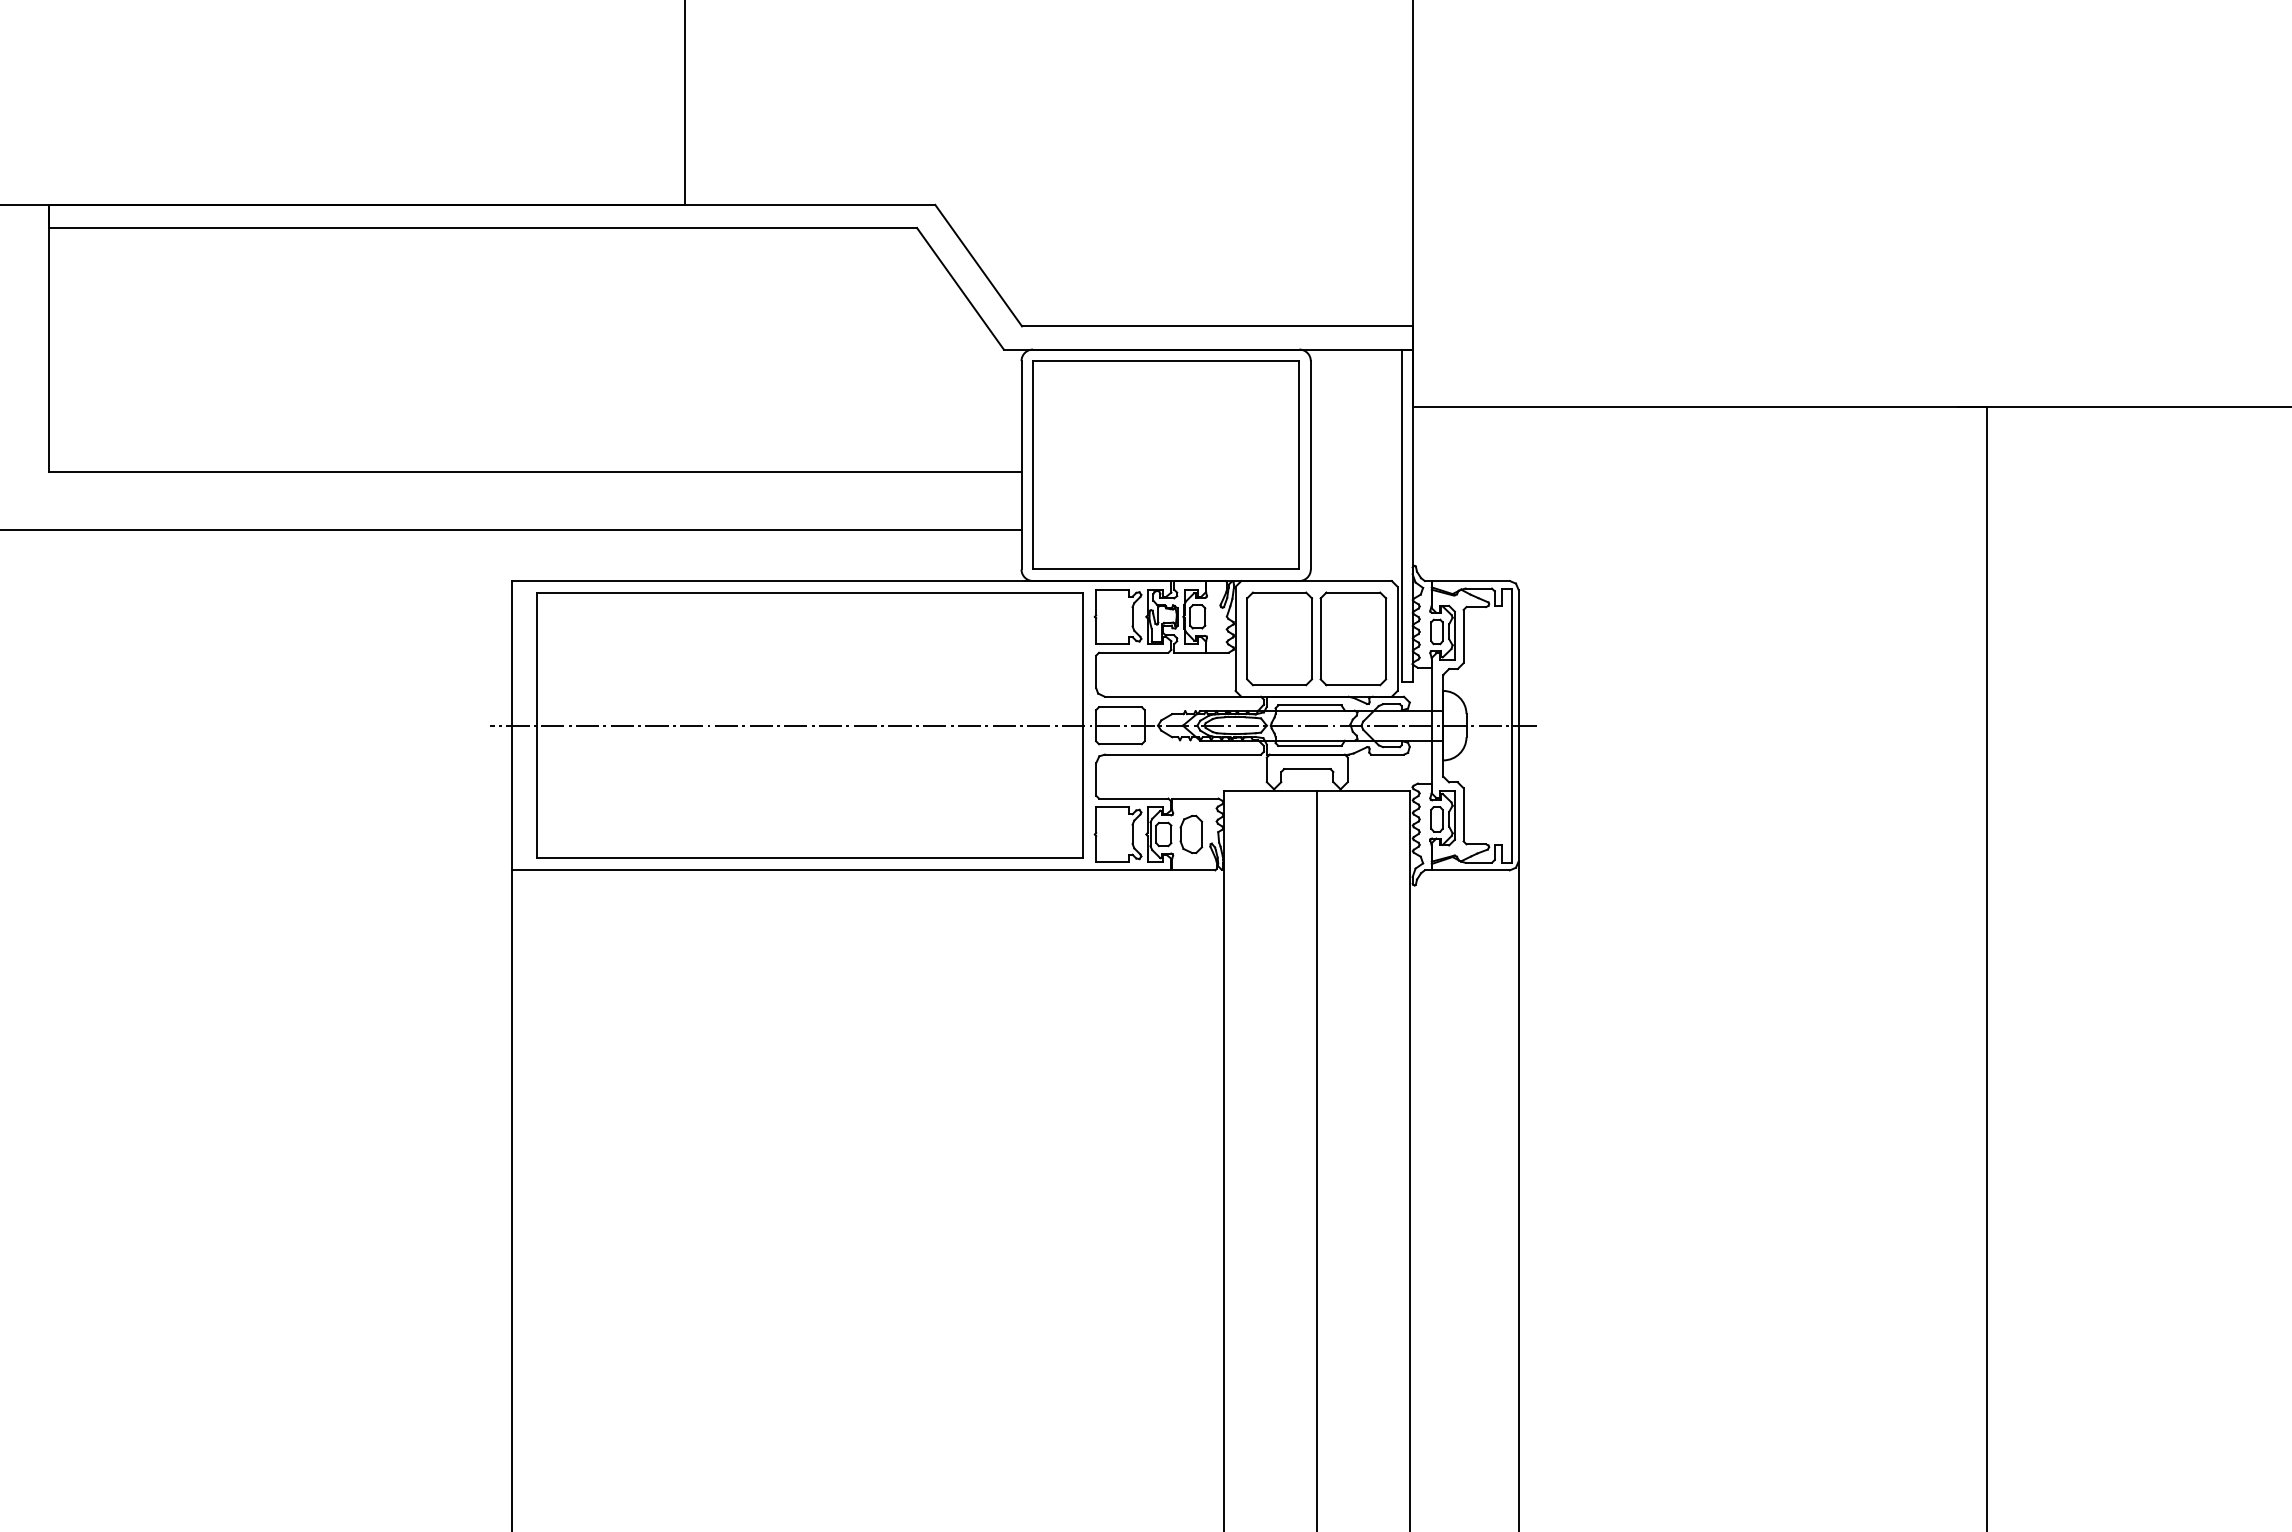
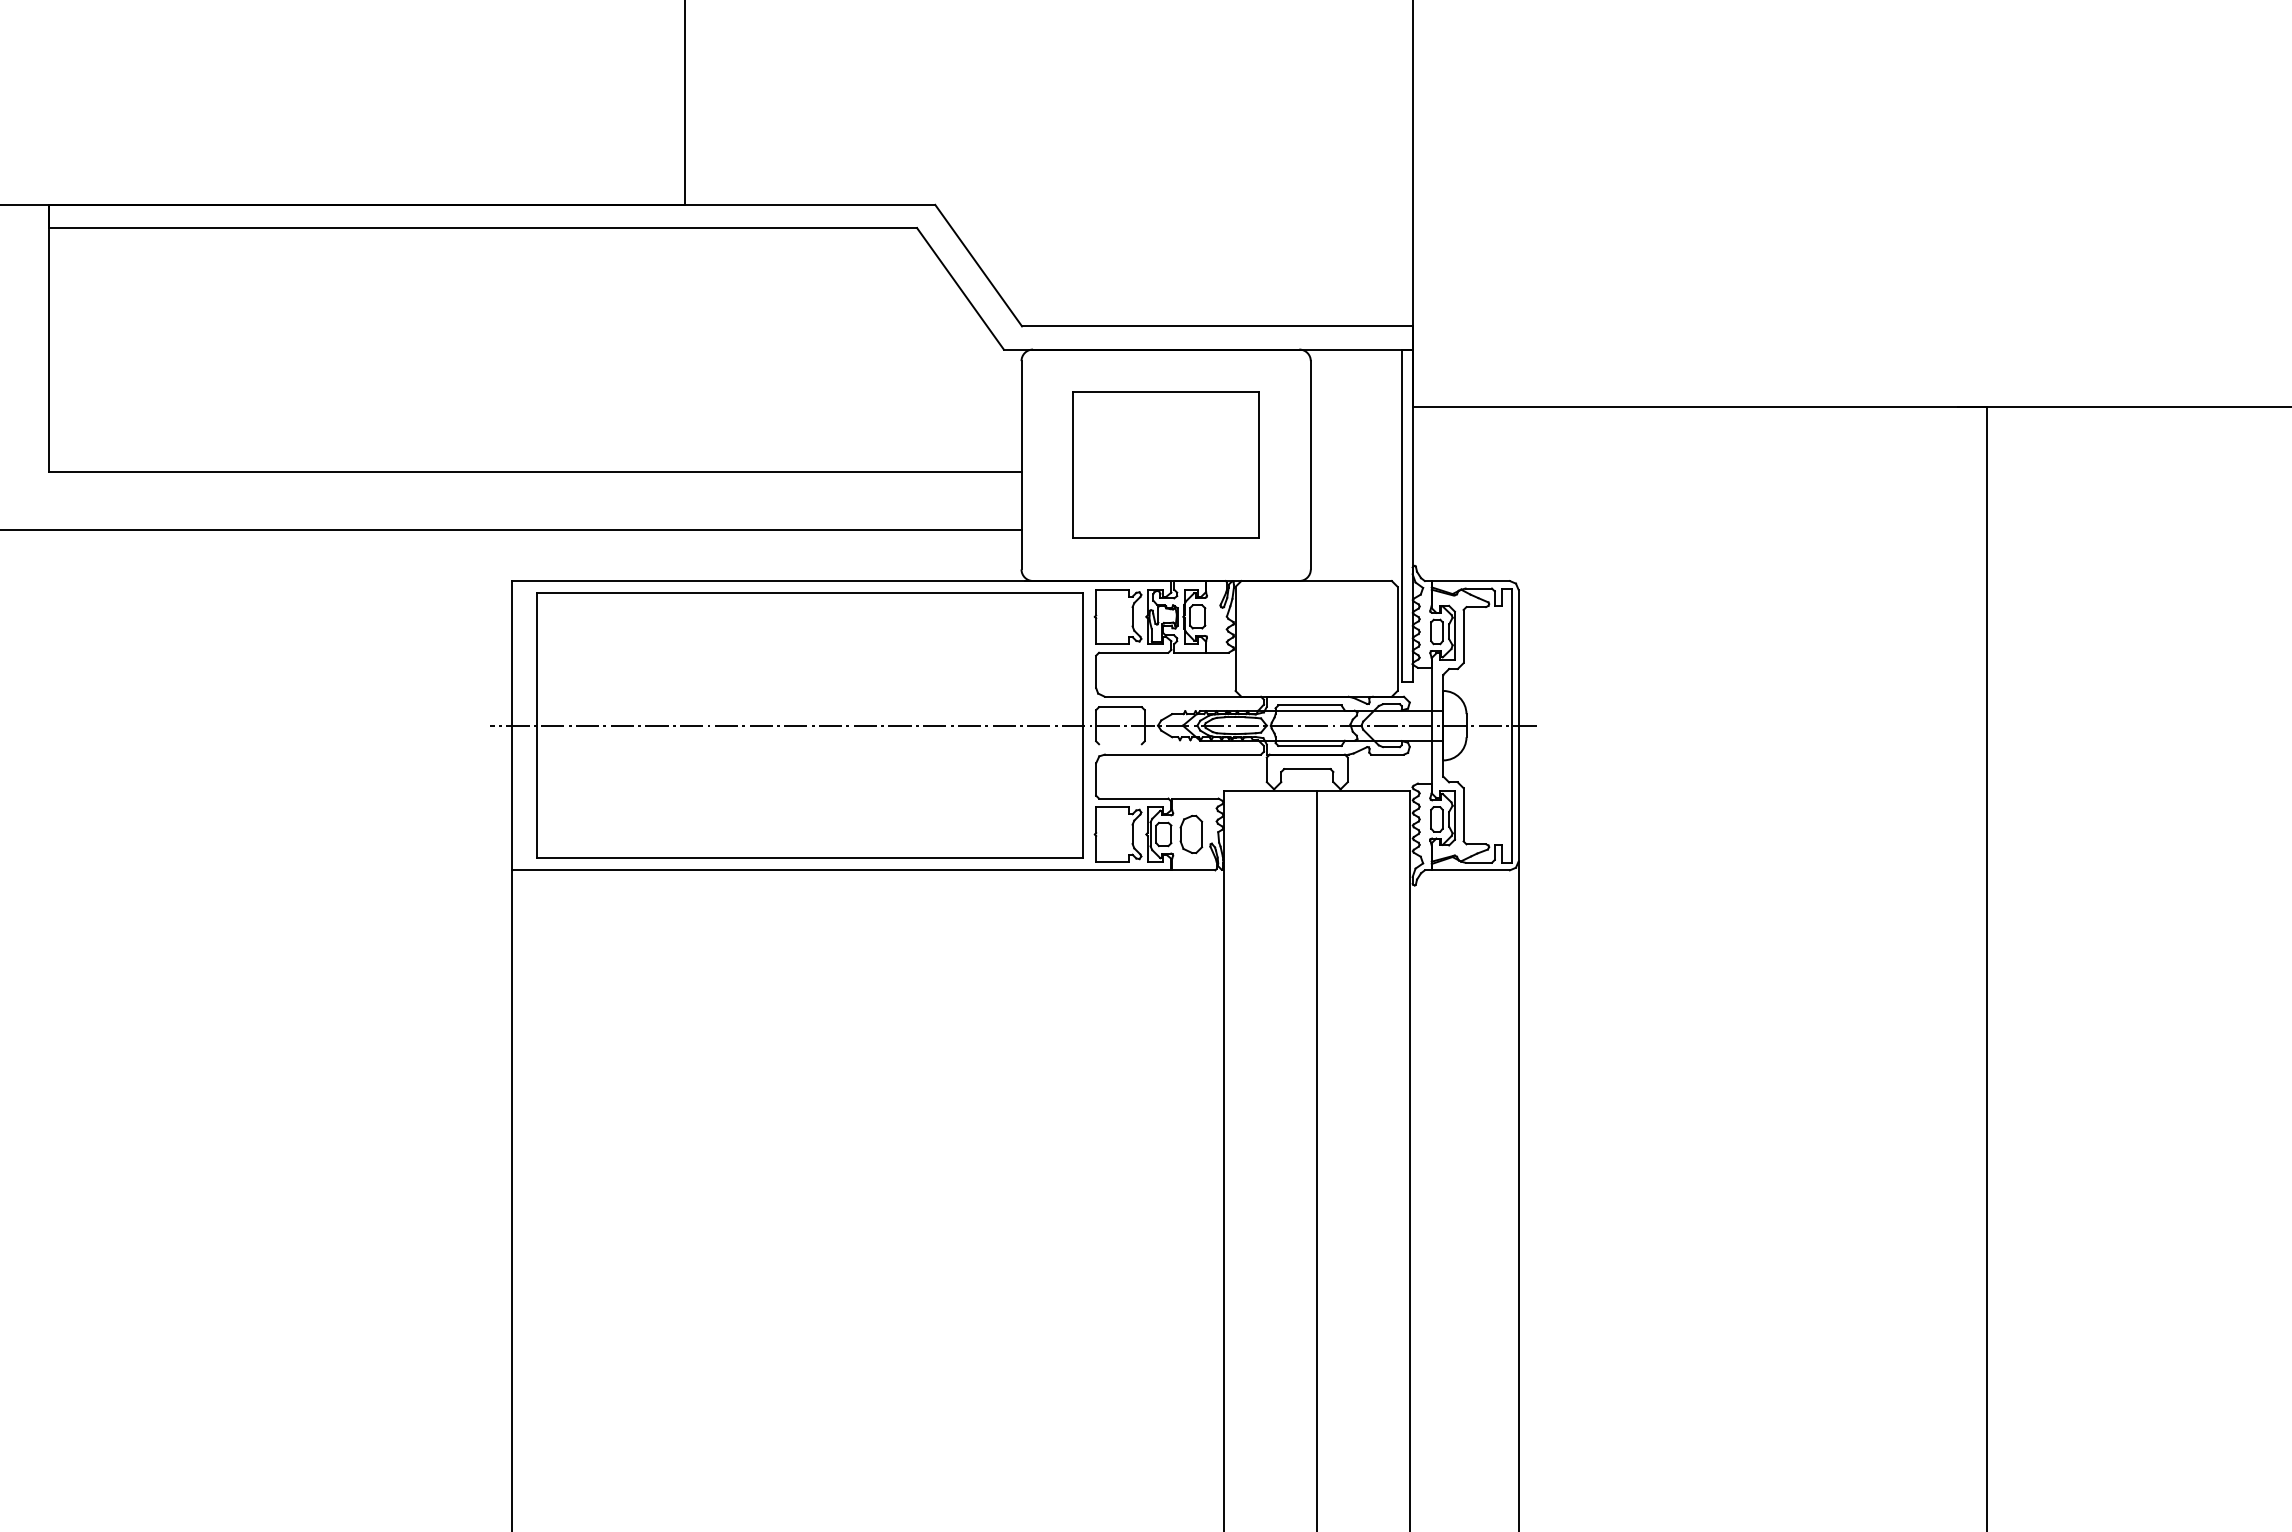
part at (1165, 464) size: 268x210 px -> 188x148 px
part at (1316, 638): present -> none
line at (1120, 744): present -> none
